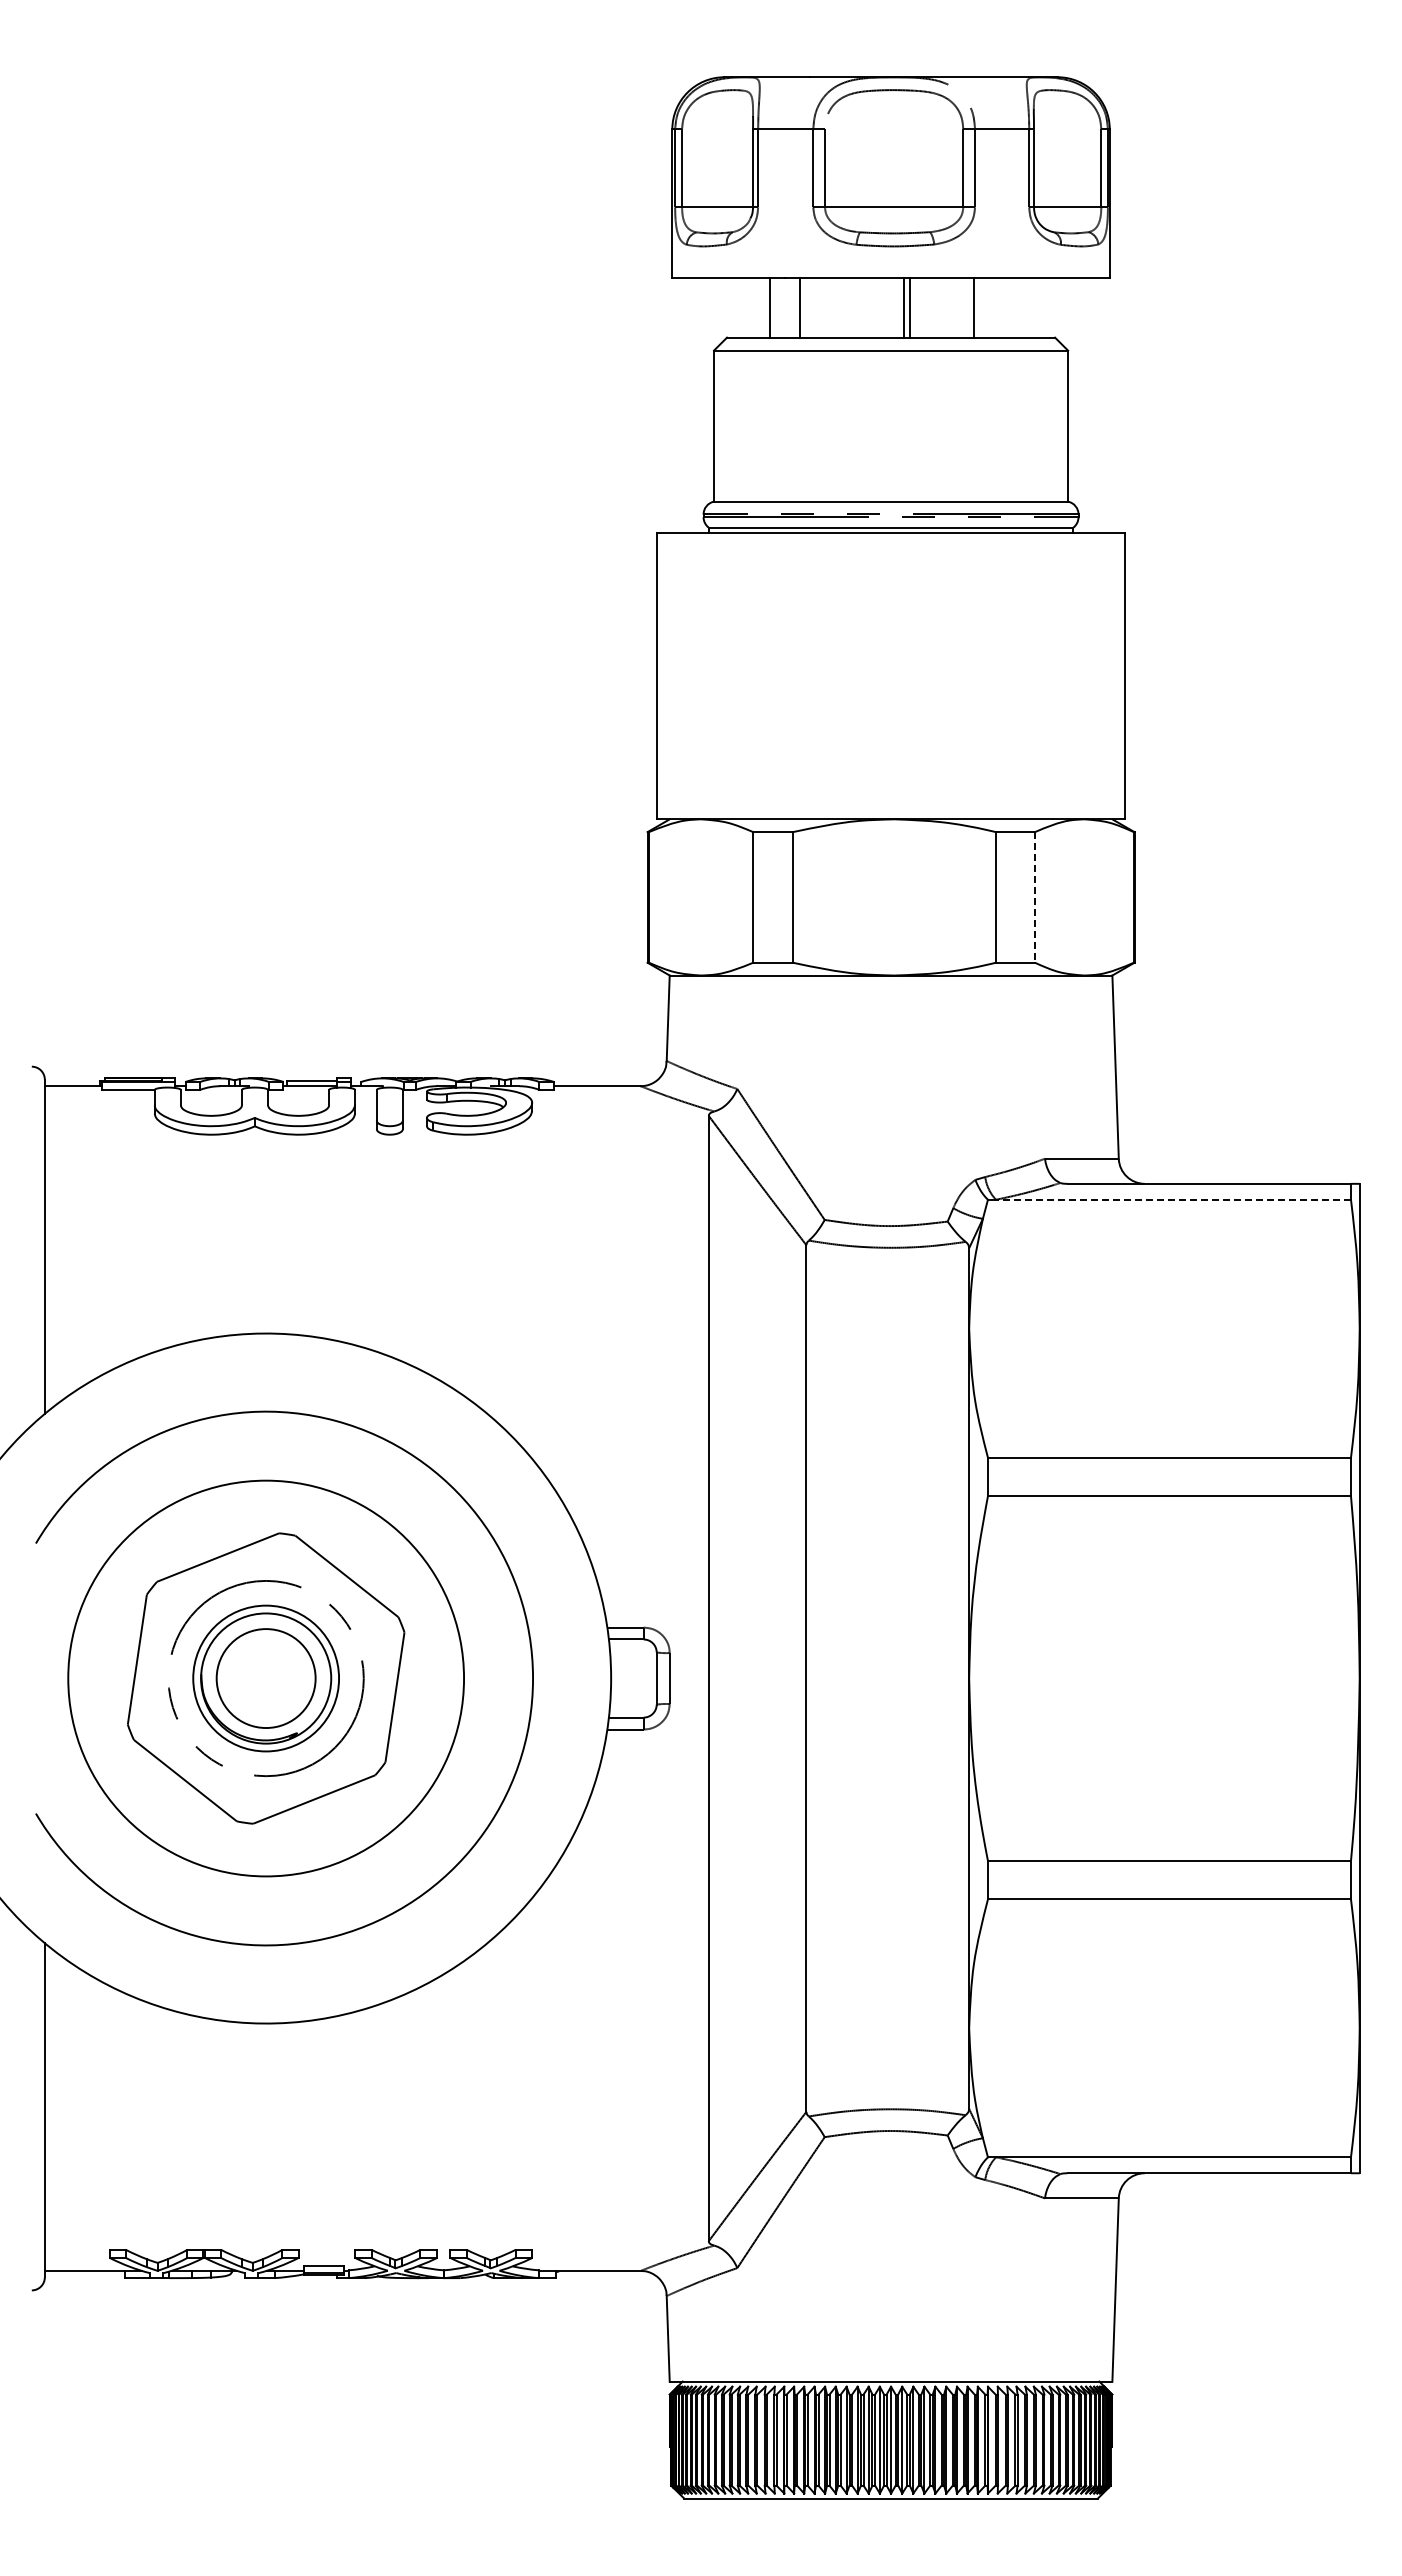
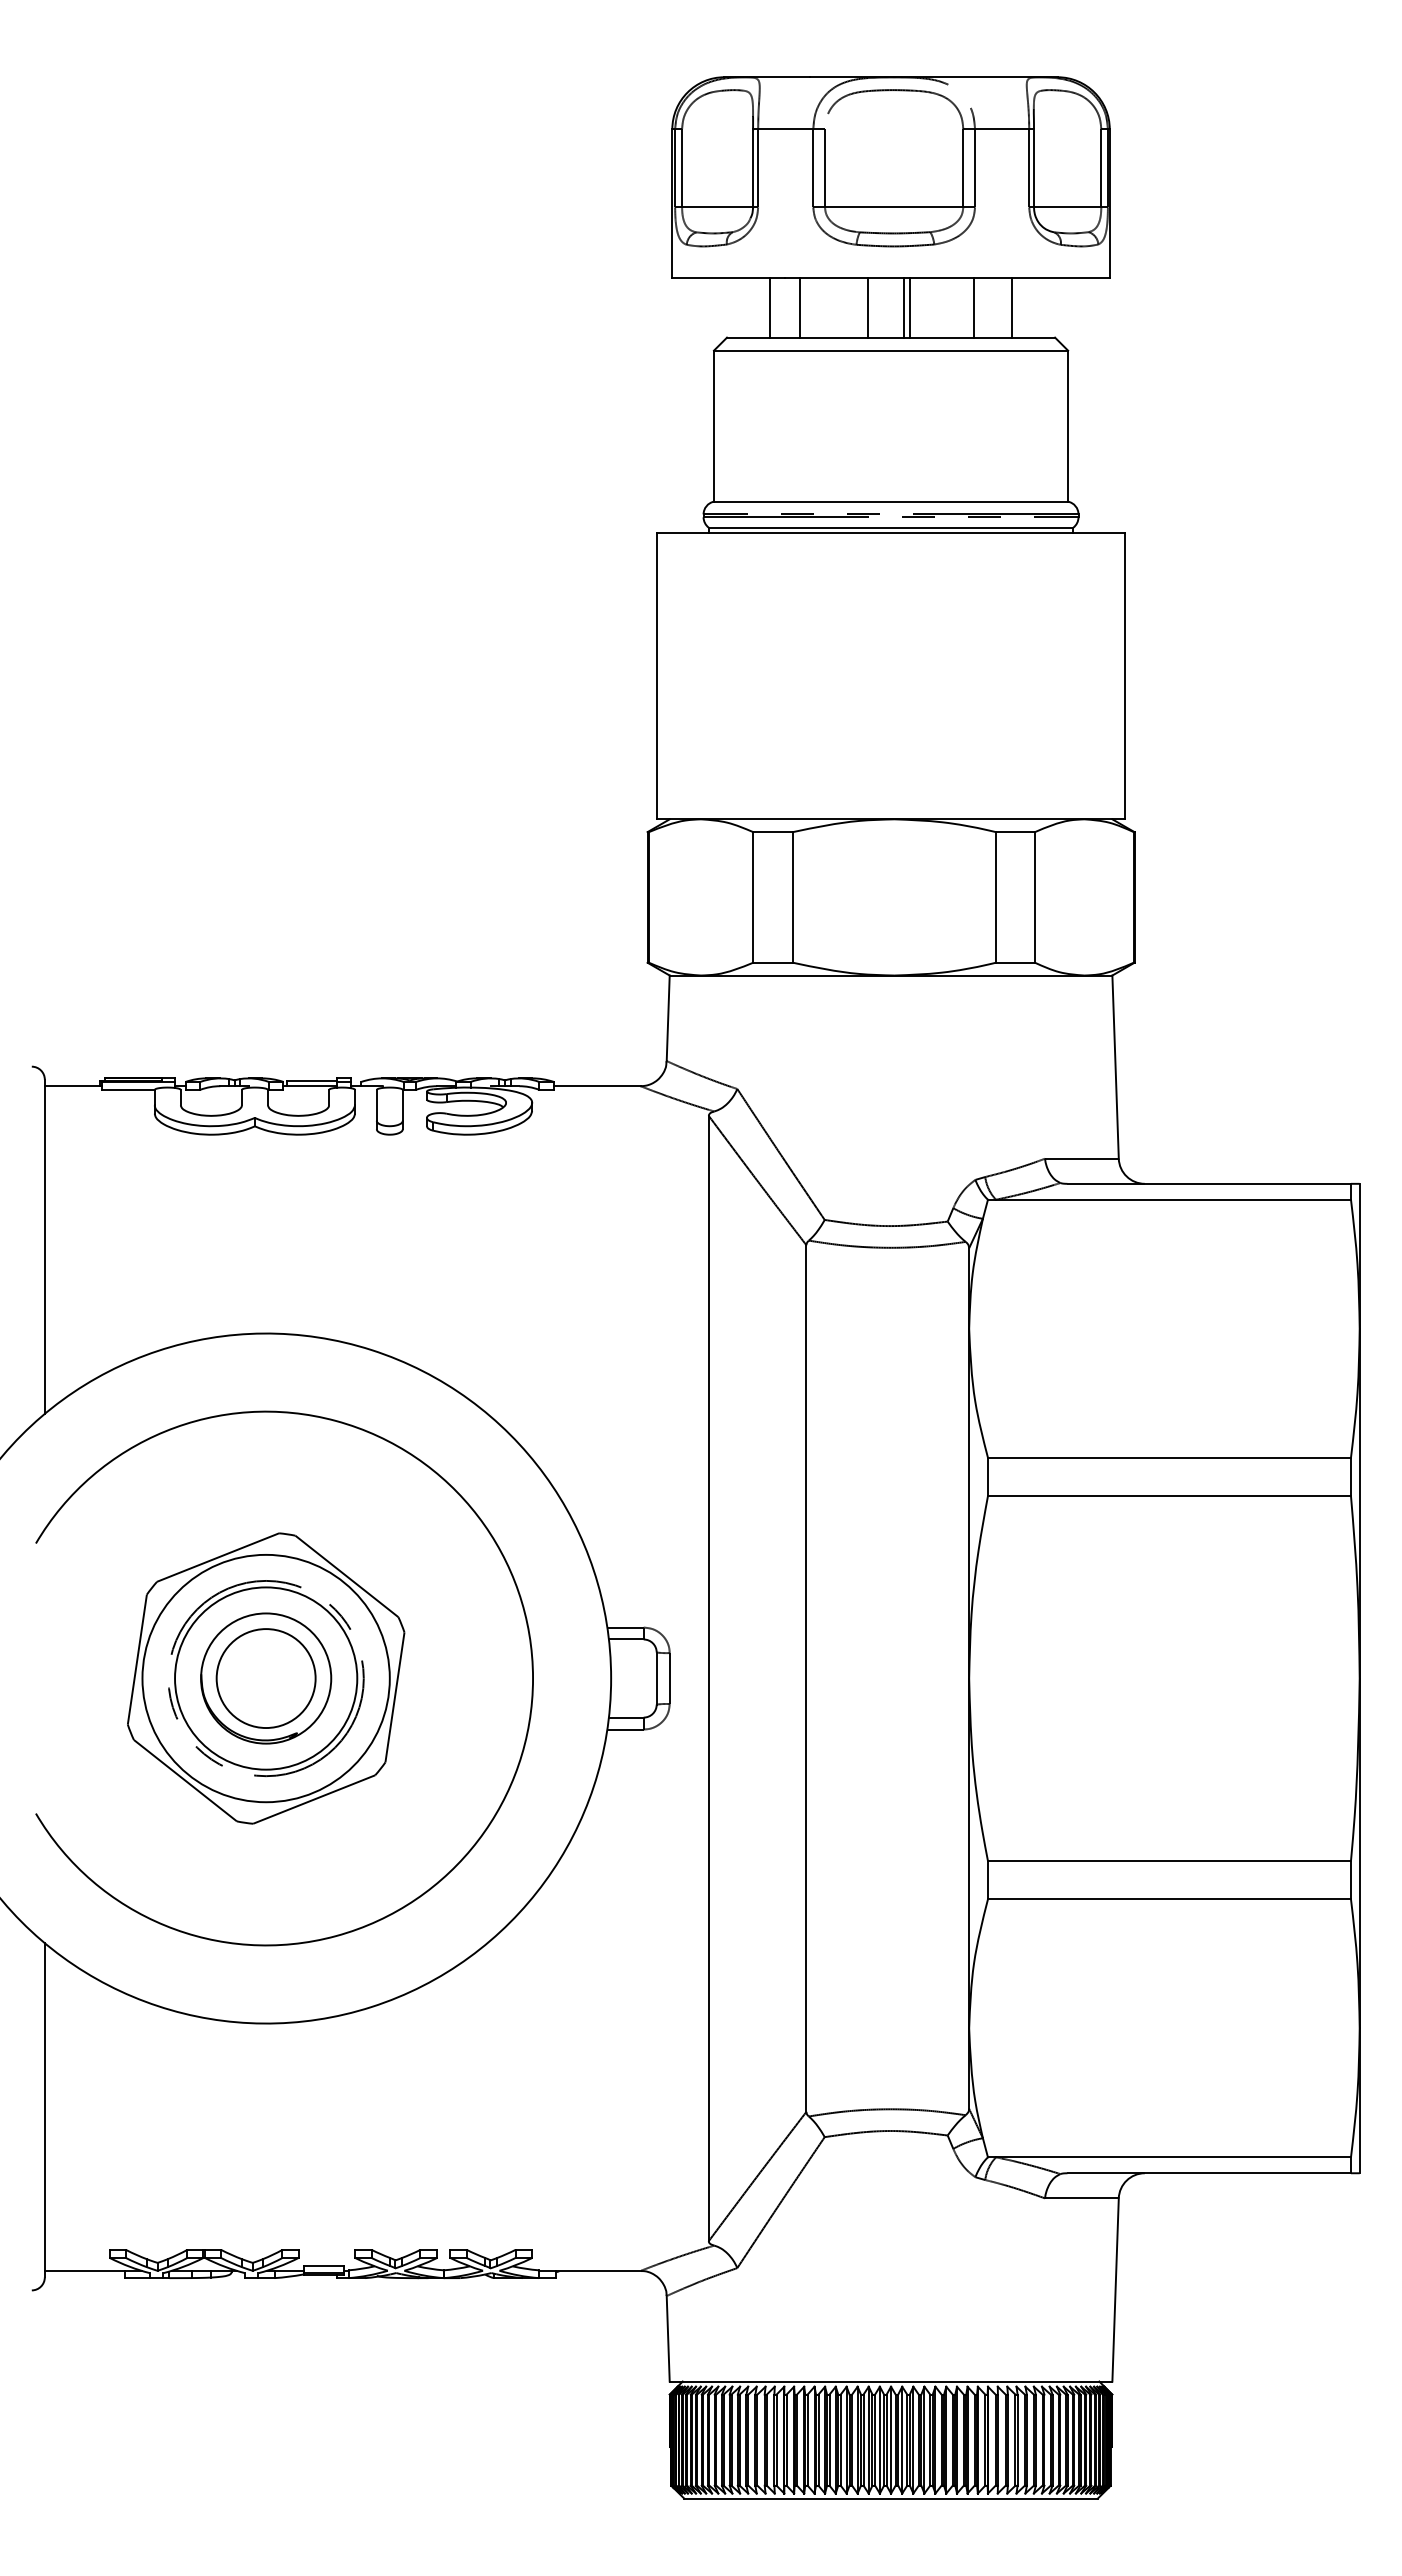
line at (868, 307): none -> present
line at (1012, 307): none -> present
line at (1035, 897): dashed -> solid
line at (1173, 1199): dashed -> solid
circle at (266, 1678) diameter: 146 px -> 182 px
circle at (266, 1678) diameter: 396 px -> 247 px
